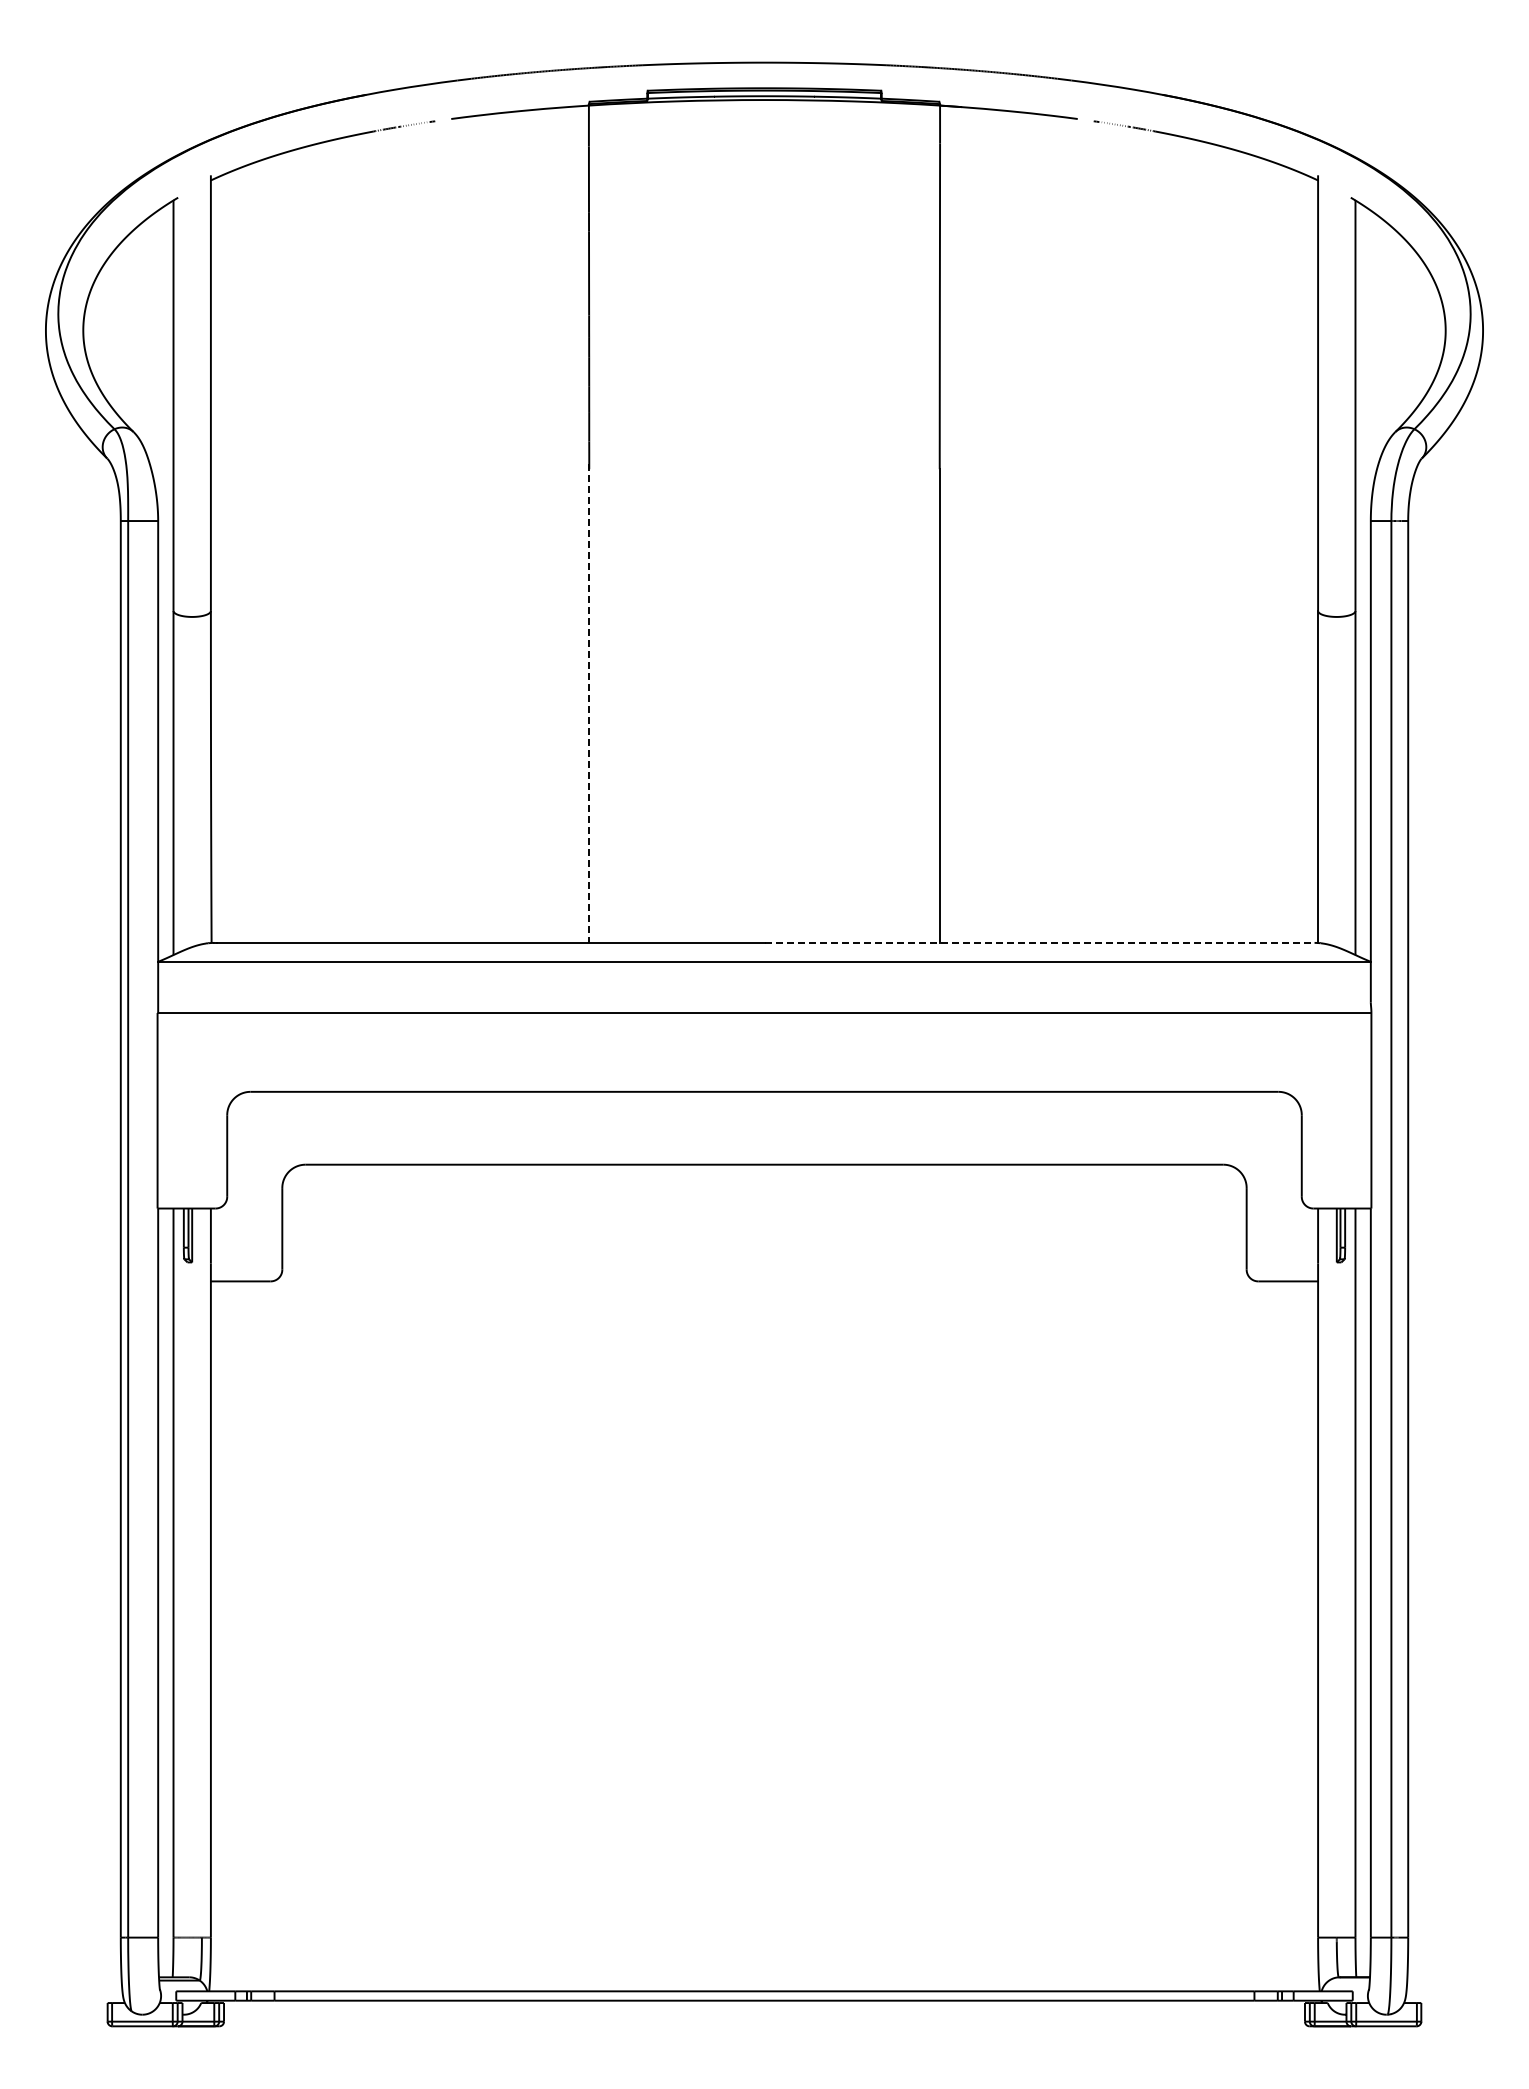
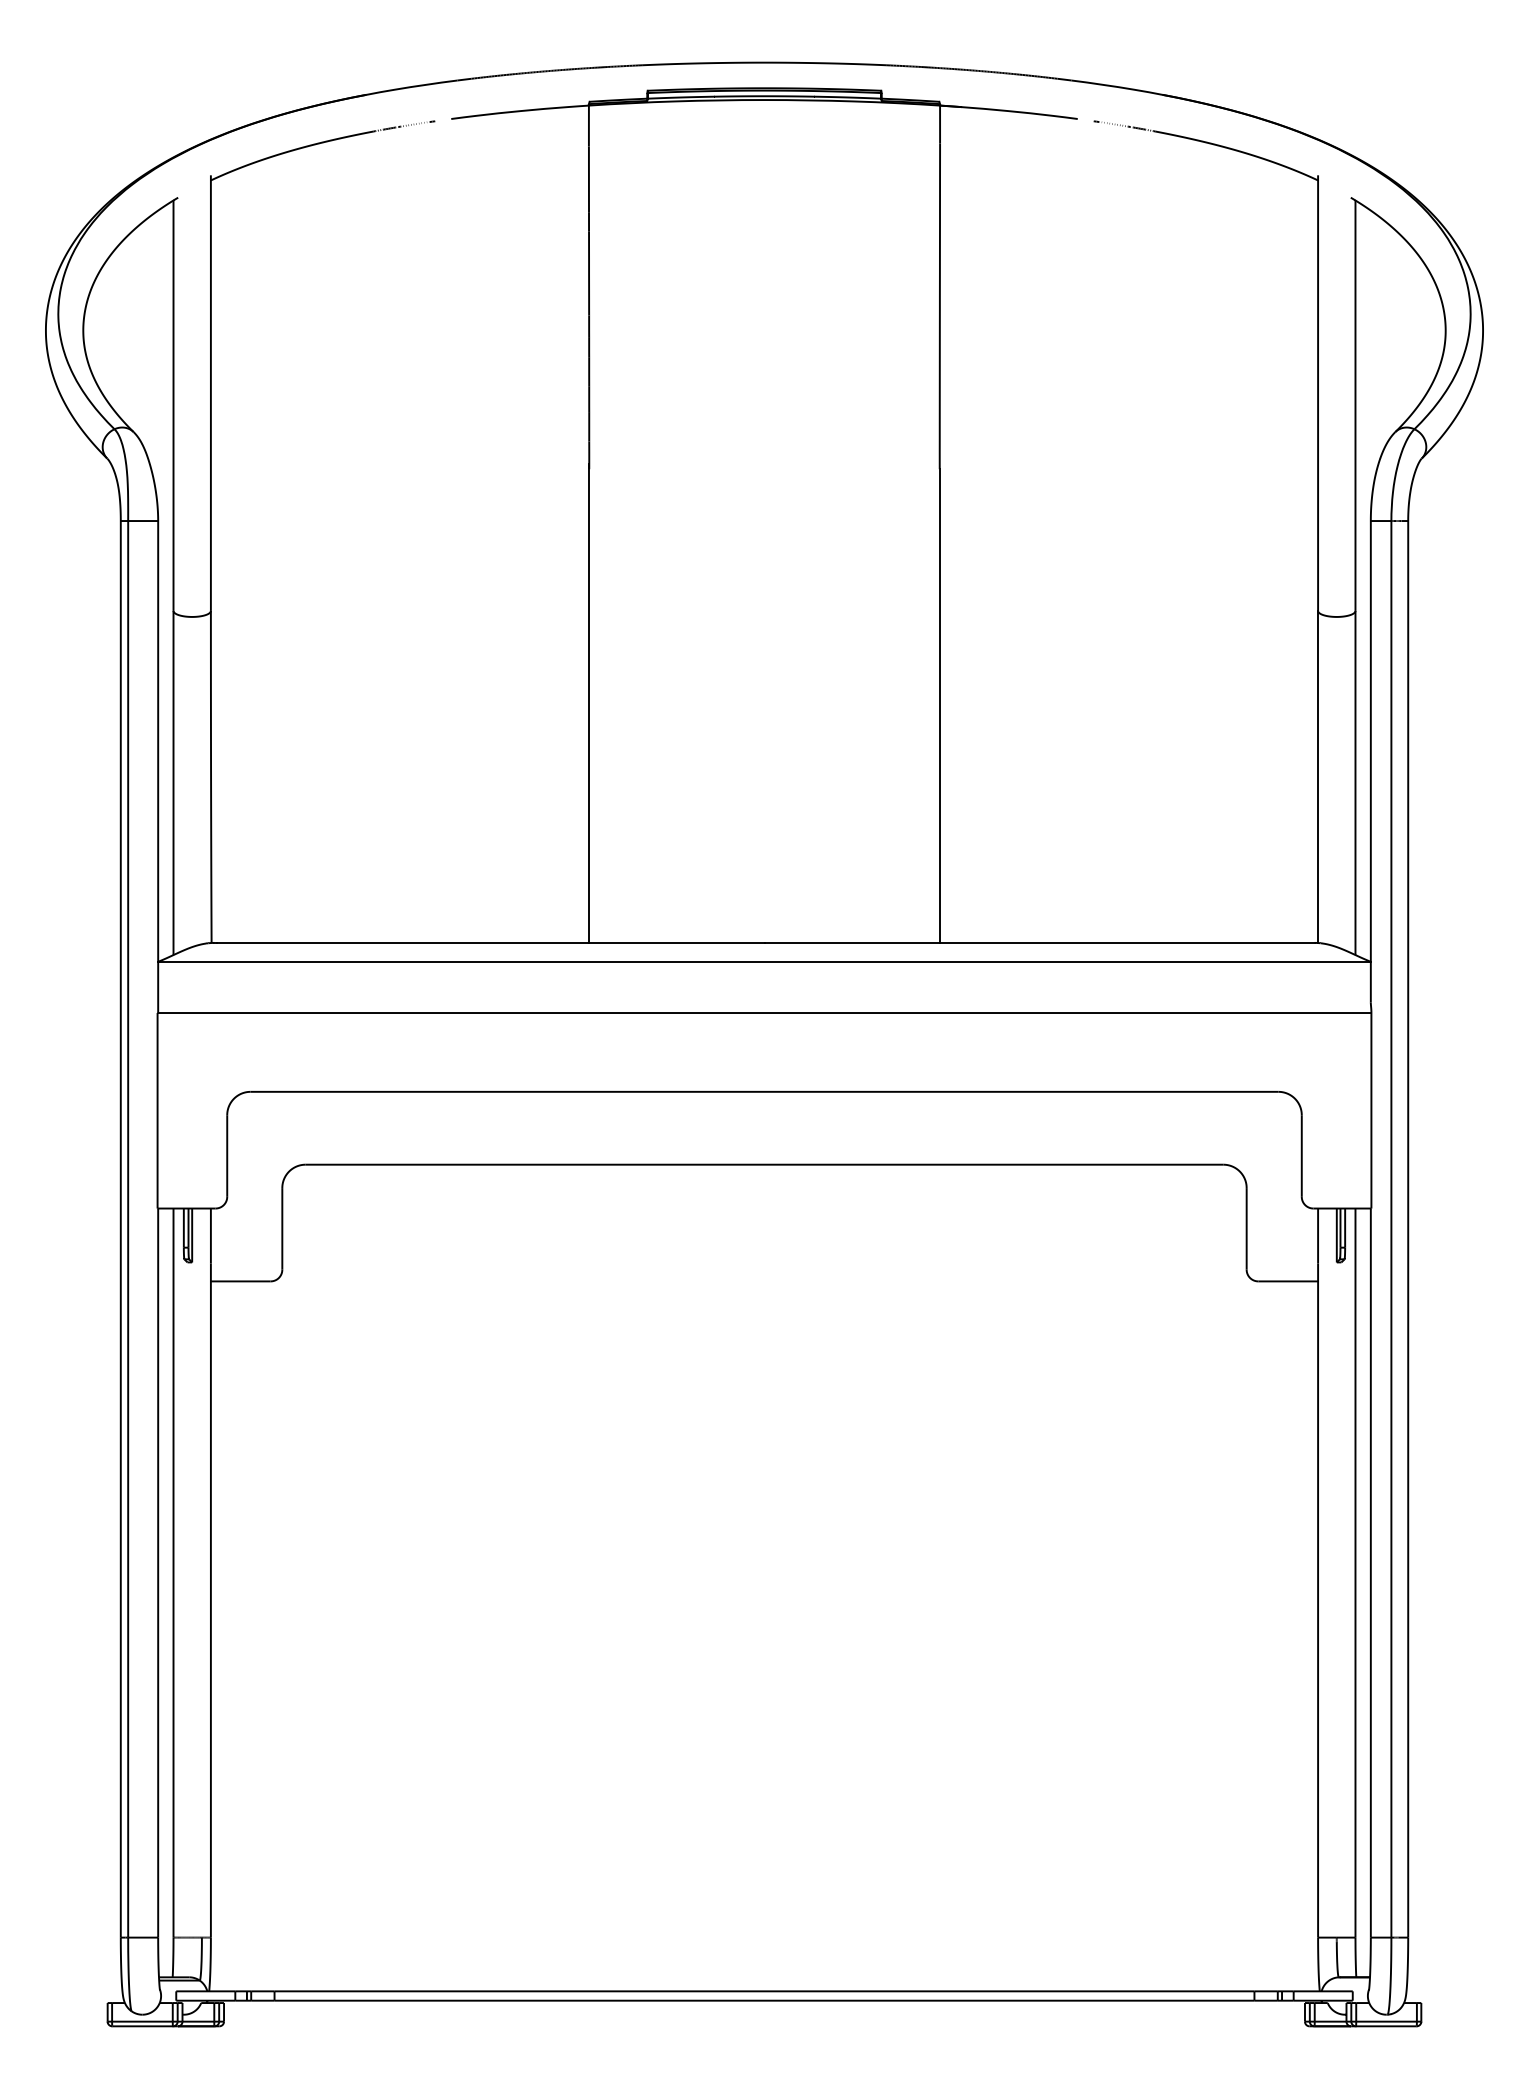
line at (589, 704): dashed -> solid
line at (1040, 942): dashed -> solid
